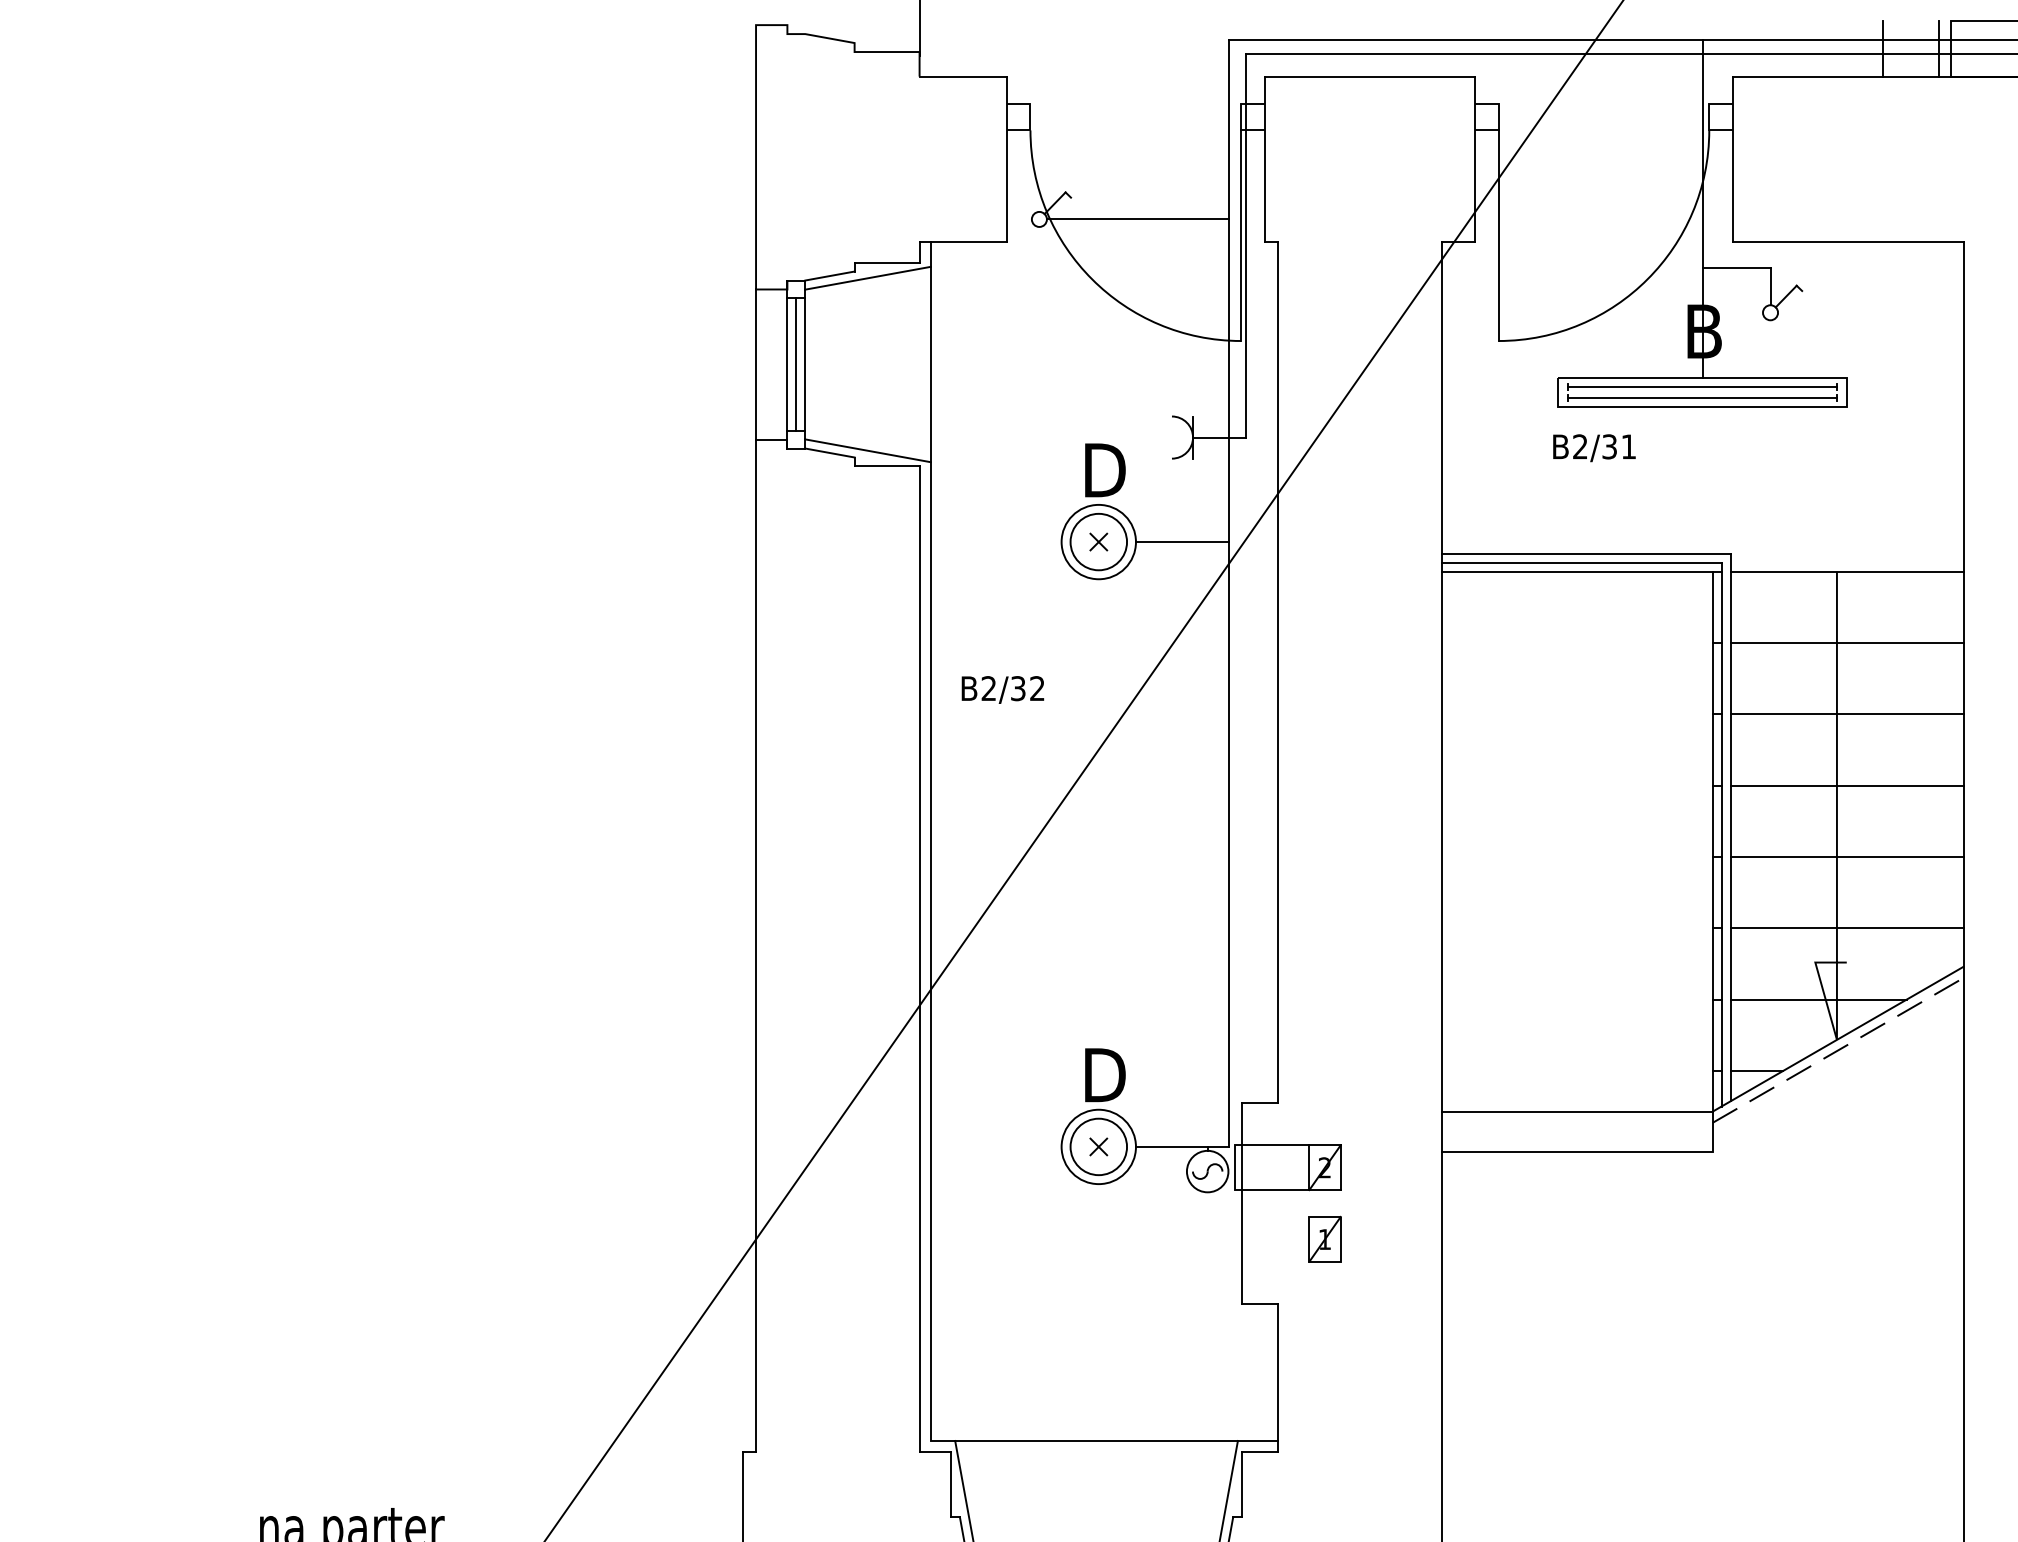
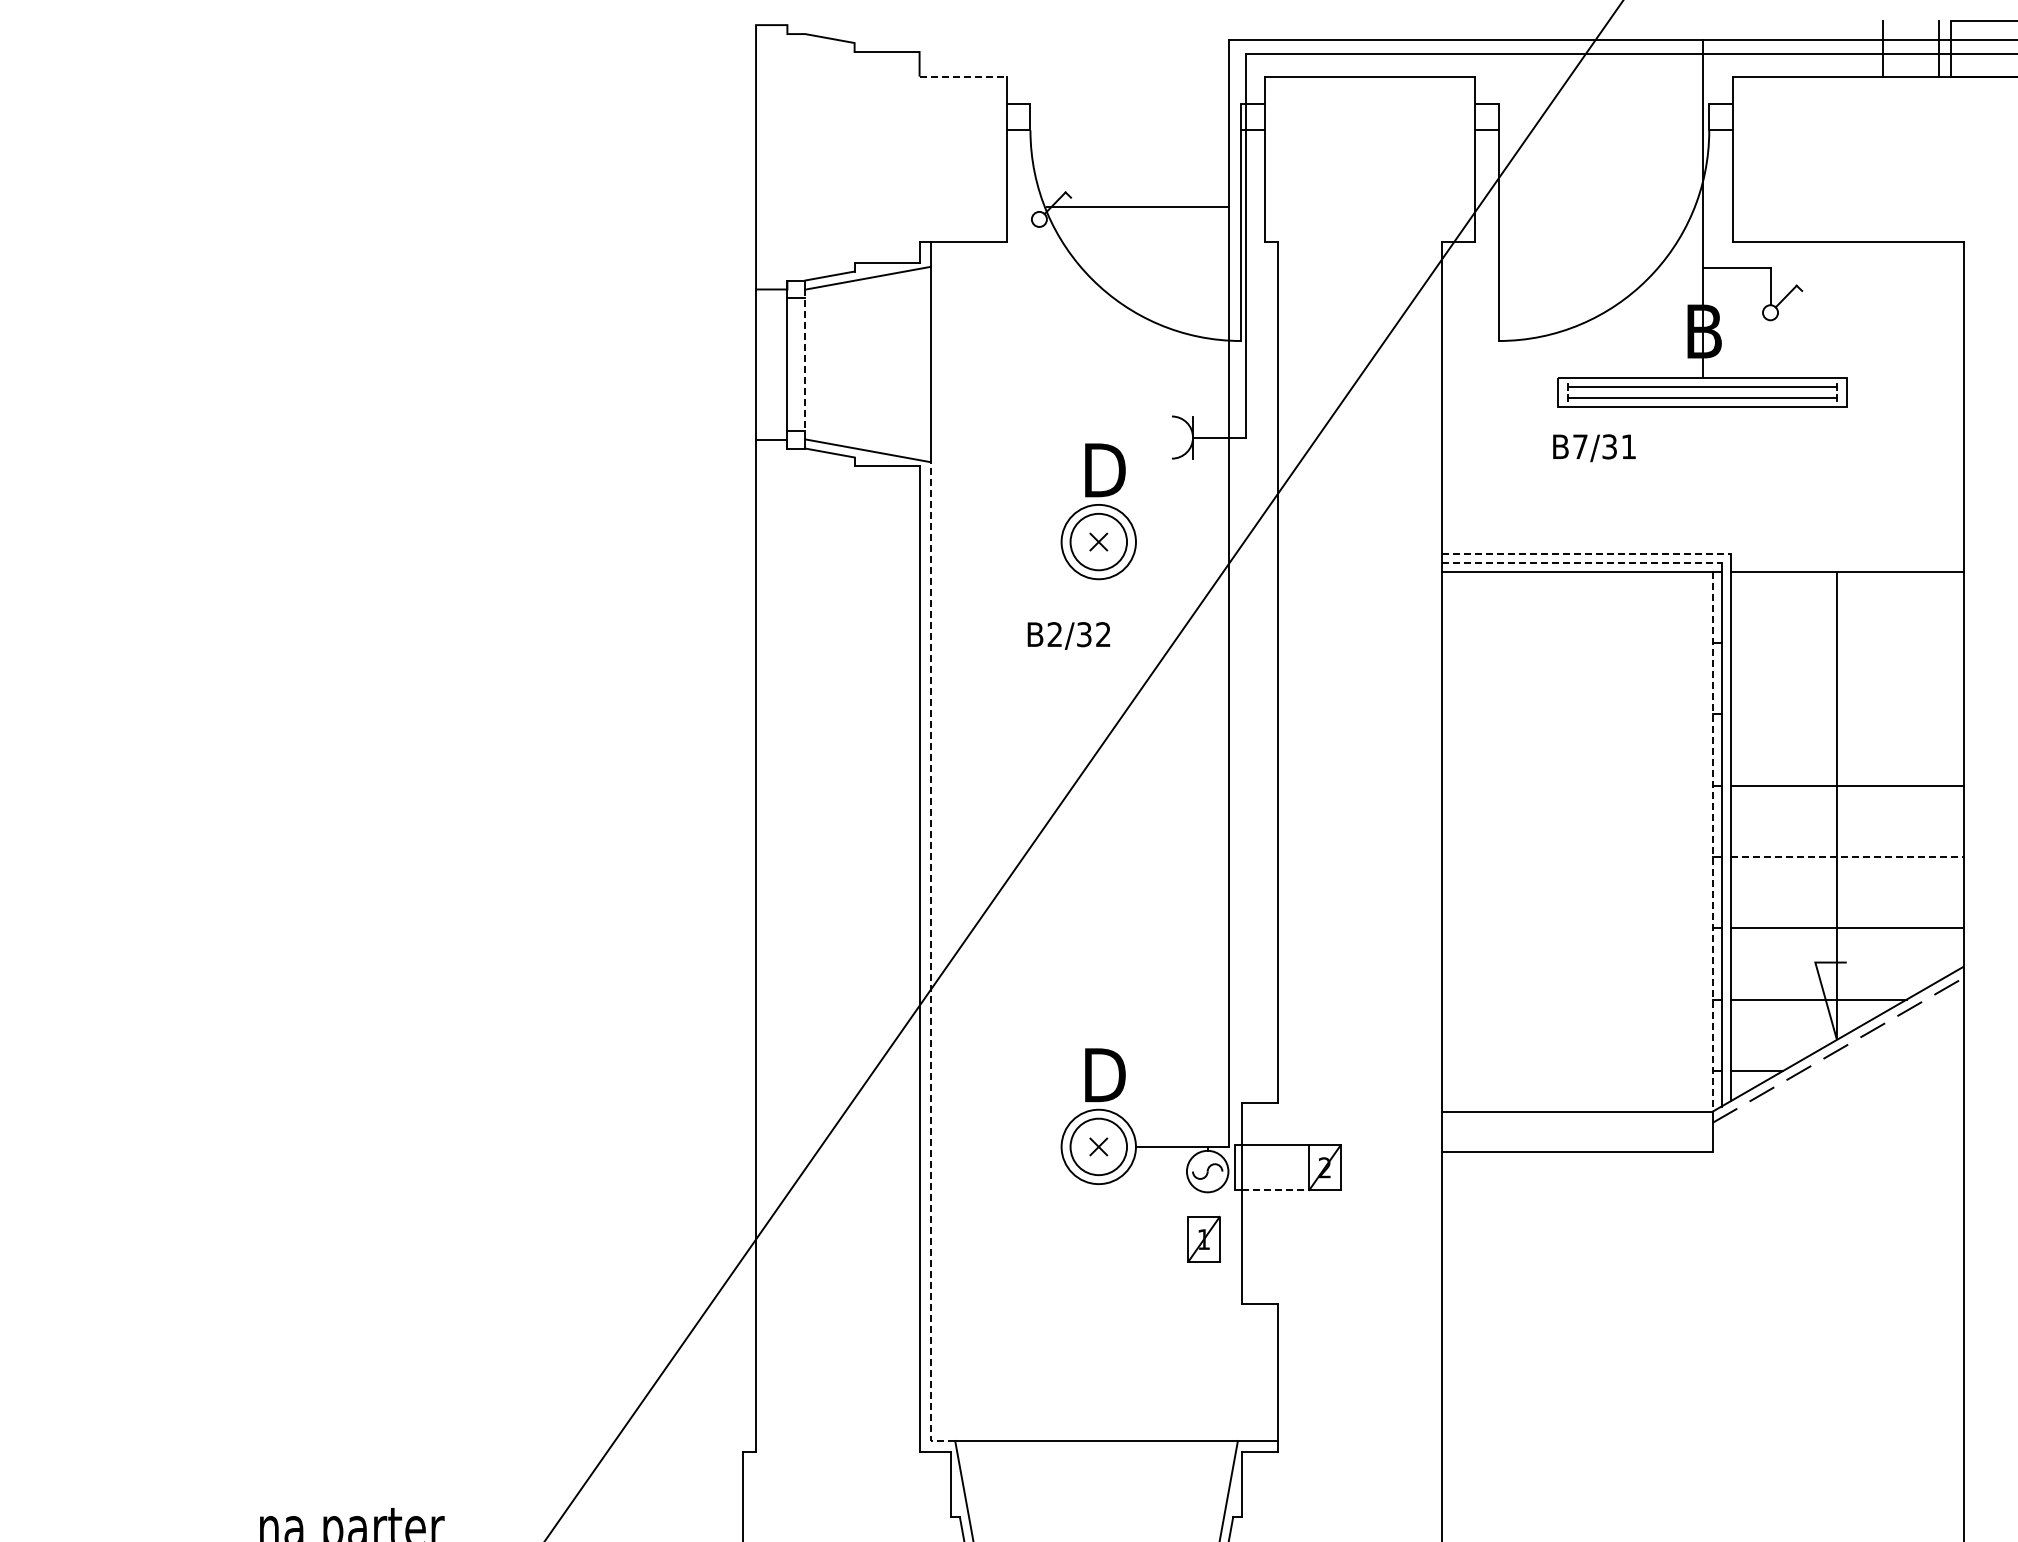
line at (919, 29): present -> none
line at (963, 76): solid -> dashed
line at (1137, 219) position: (1137, 219) -> (1137, 207)
line at (796, 364): present -> none
line at (805, 364): solid -> dashed
text at (1580, 446): B2/31 -> B7/31
line at (1182, 542): present -> none
line at (1586, 553): solid -> dashed
line at (1582, 562): solid -> dashed
line at (1846, 643): present -> none
text at (1002, 689) position: (1002, 689) -> (1068, 635)
line at (1846, 714): present -> none
line at (1712, 841): solid -> dashed
line at (1847, 857): solid -> dashed
line at (930, 964): solid -> dashed
line at (1275, 1190): solid -> dashed
part at (1324, 1238) position: (1324, 1238) -> (1203, 1238)
